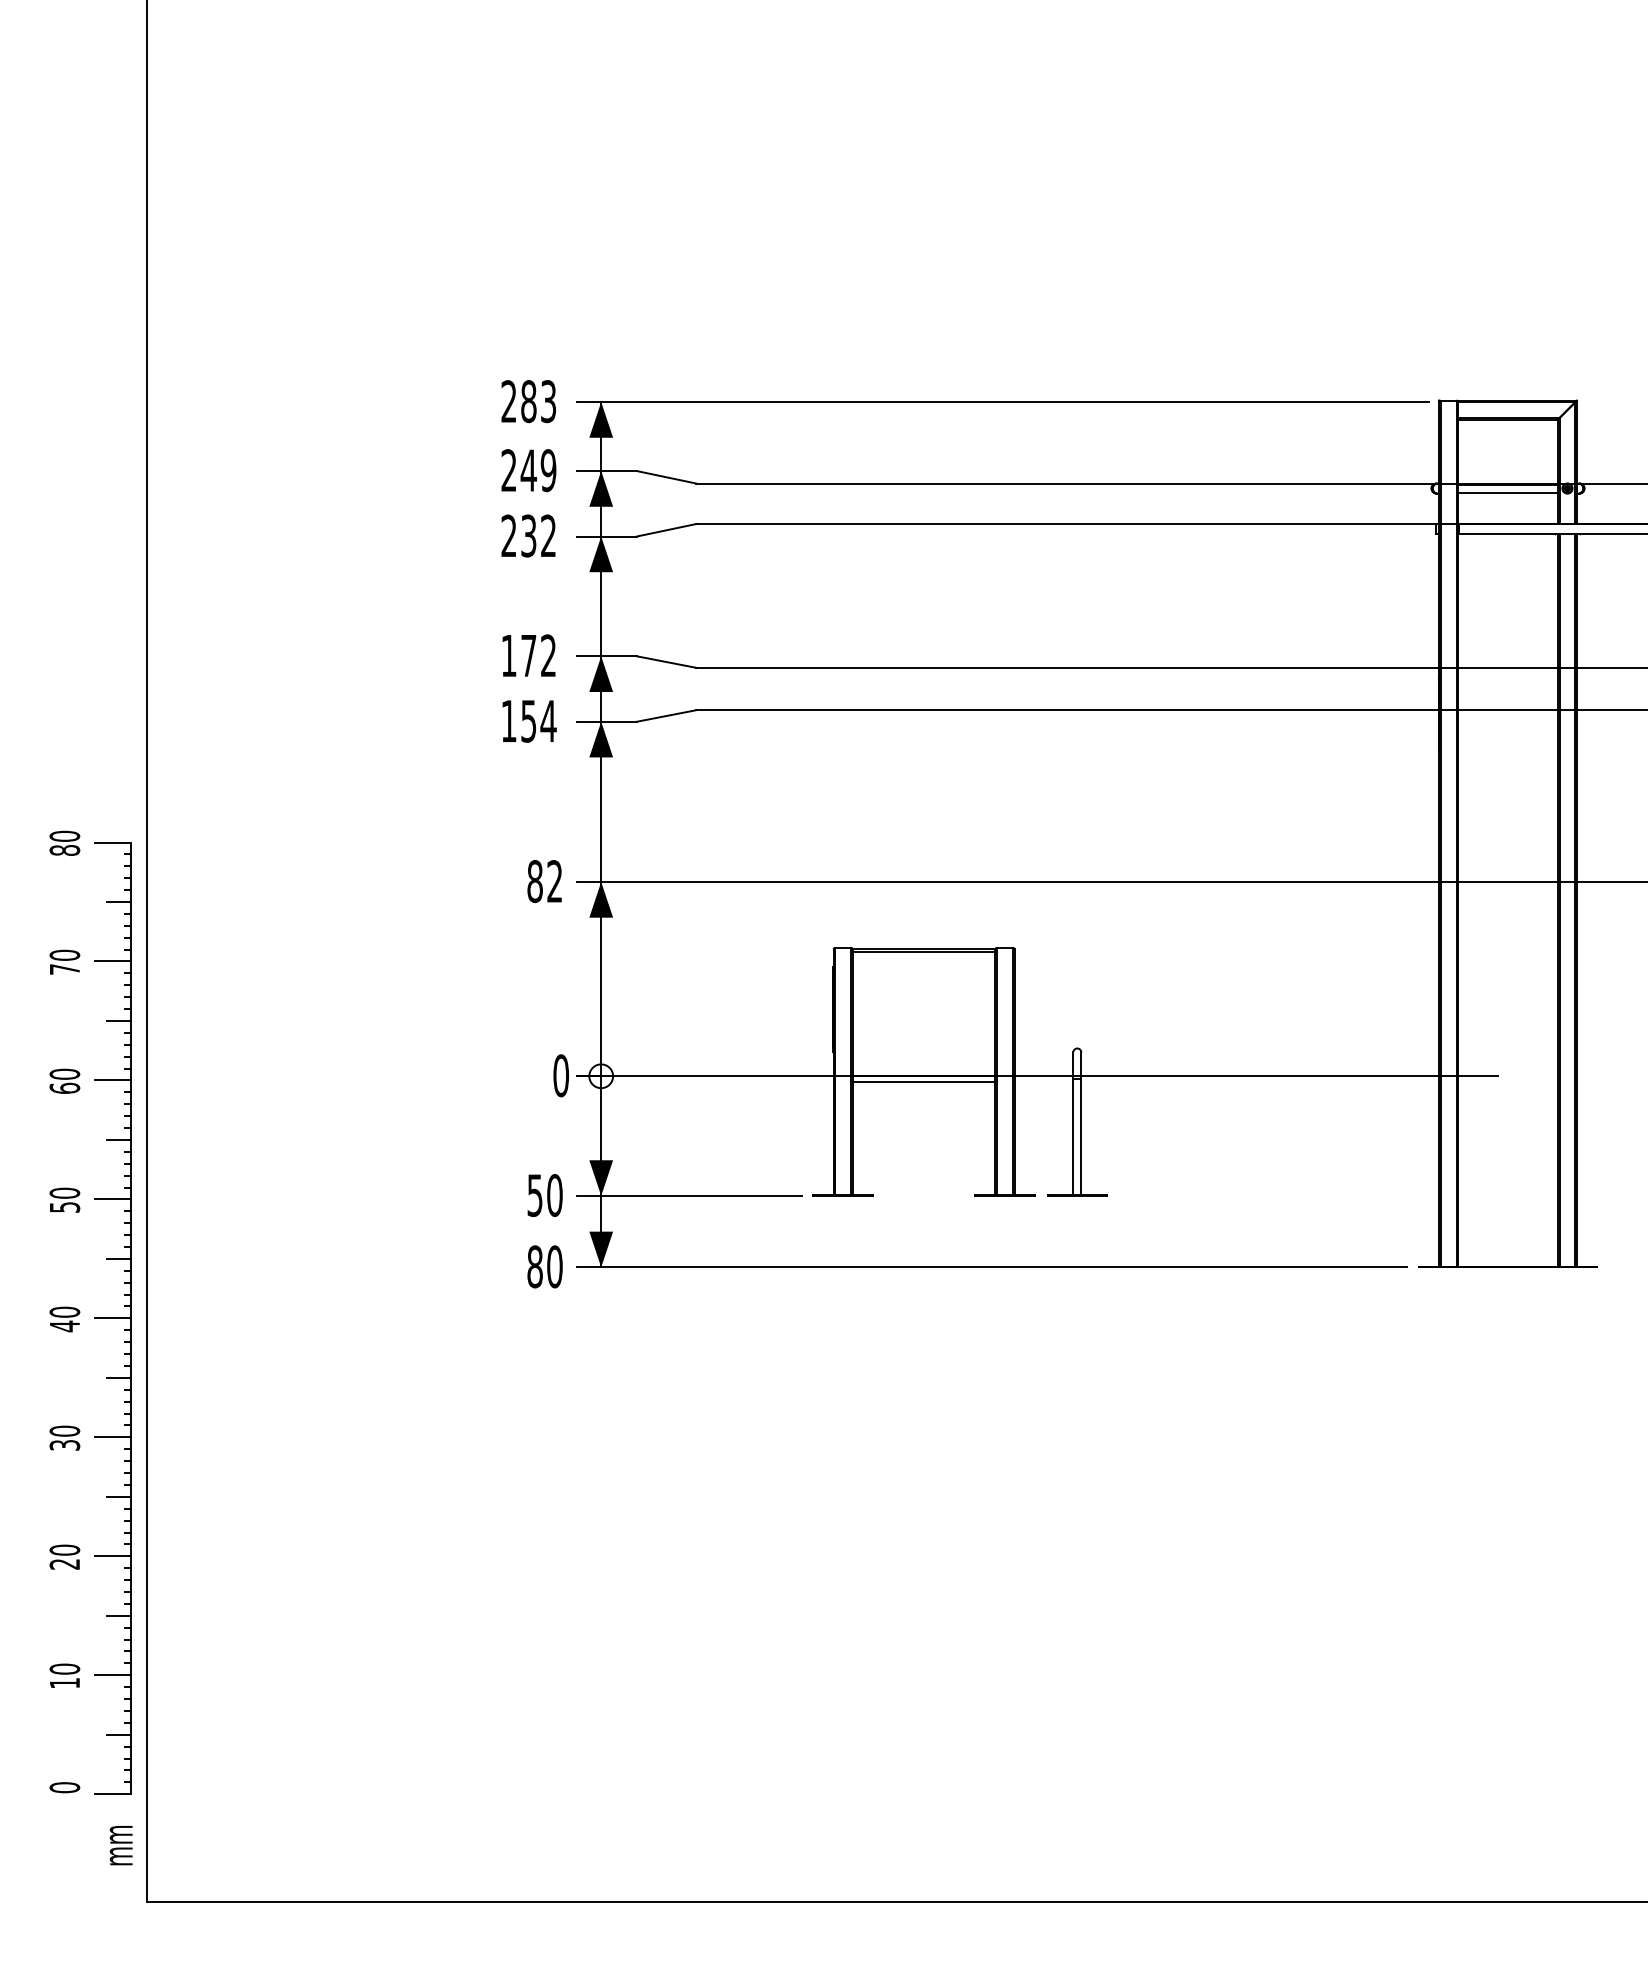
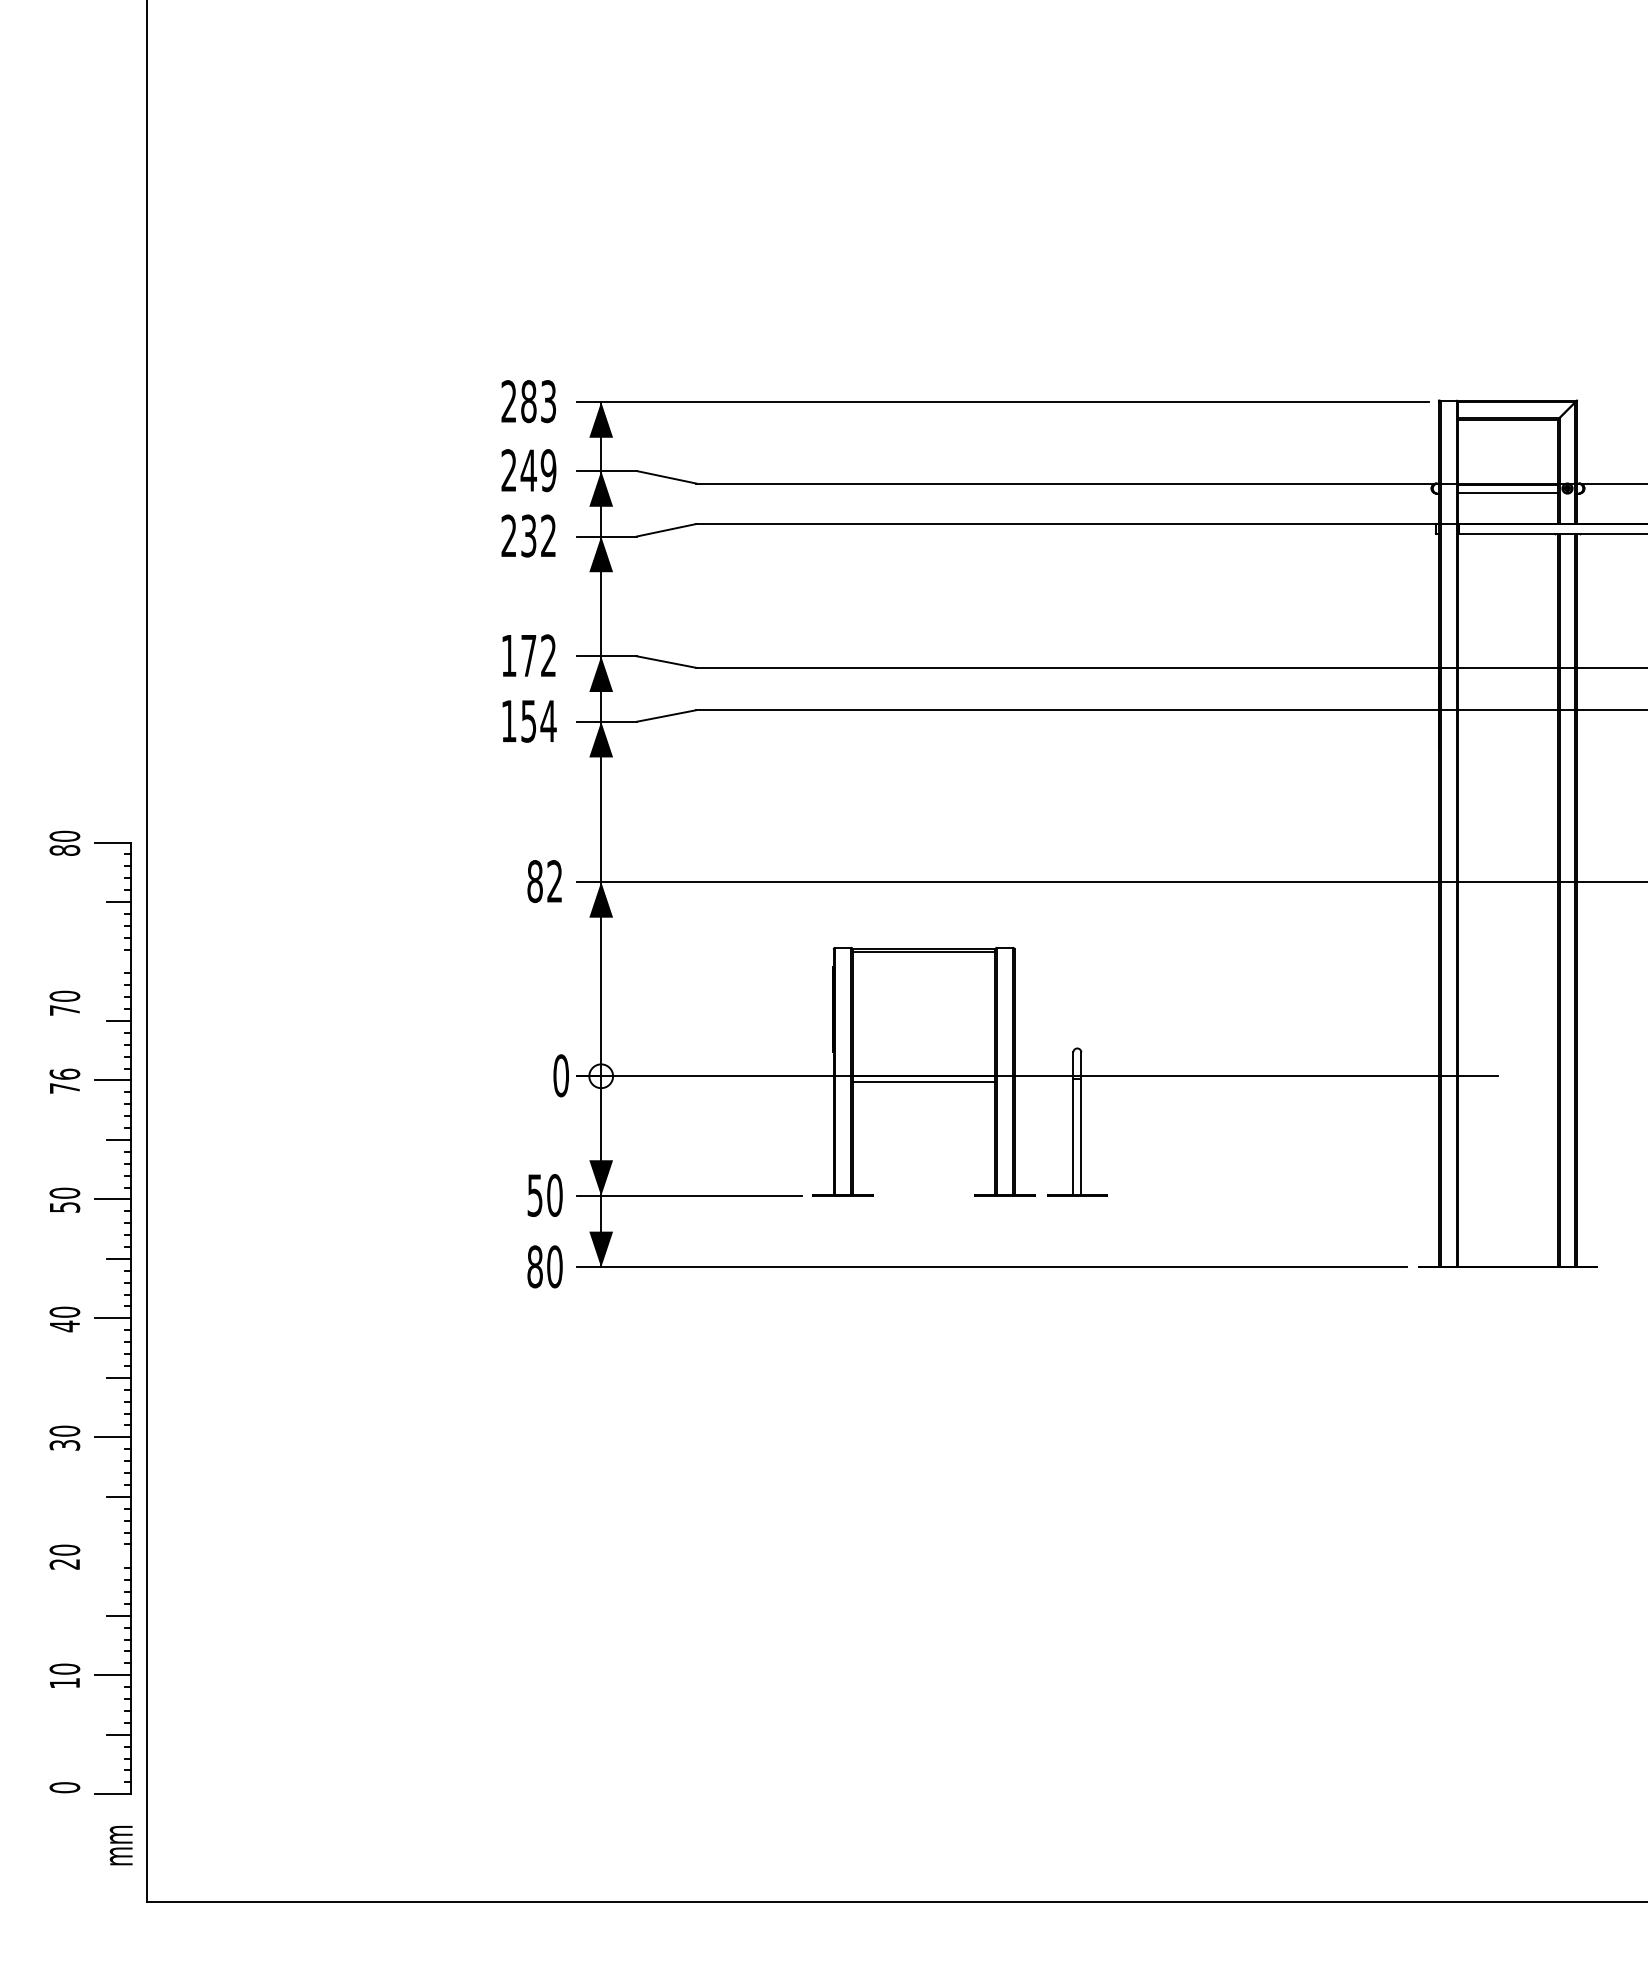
text at (64, 961) position: (64, 961) -> (64, 1002)
line at (113, 961): present -> none
text at (64, 1080): 60 -> 76
line at (113, 1556): present -> none
